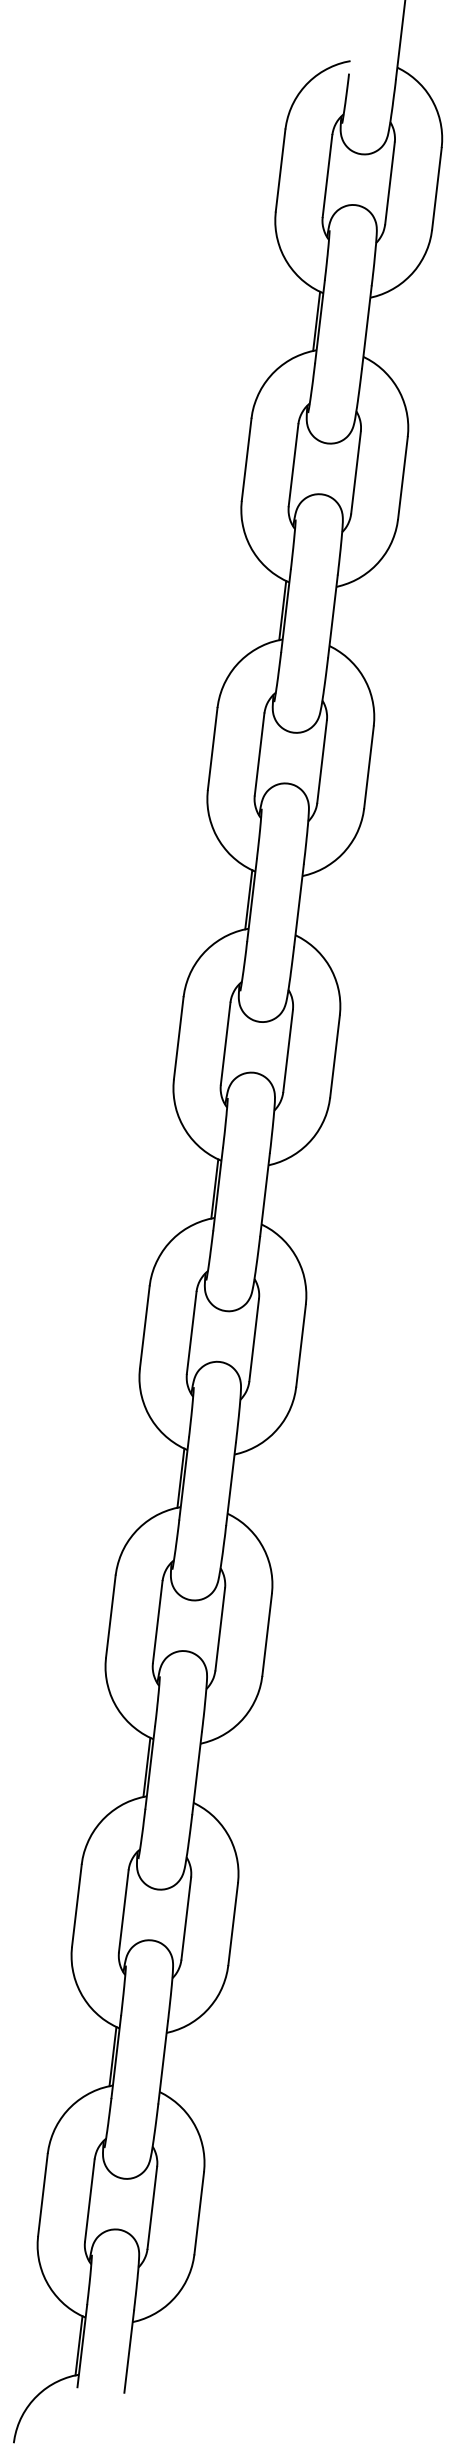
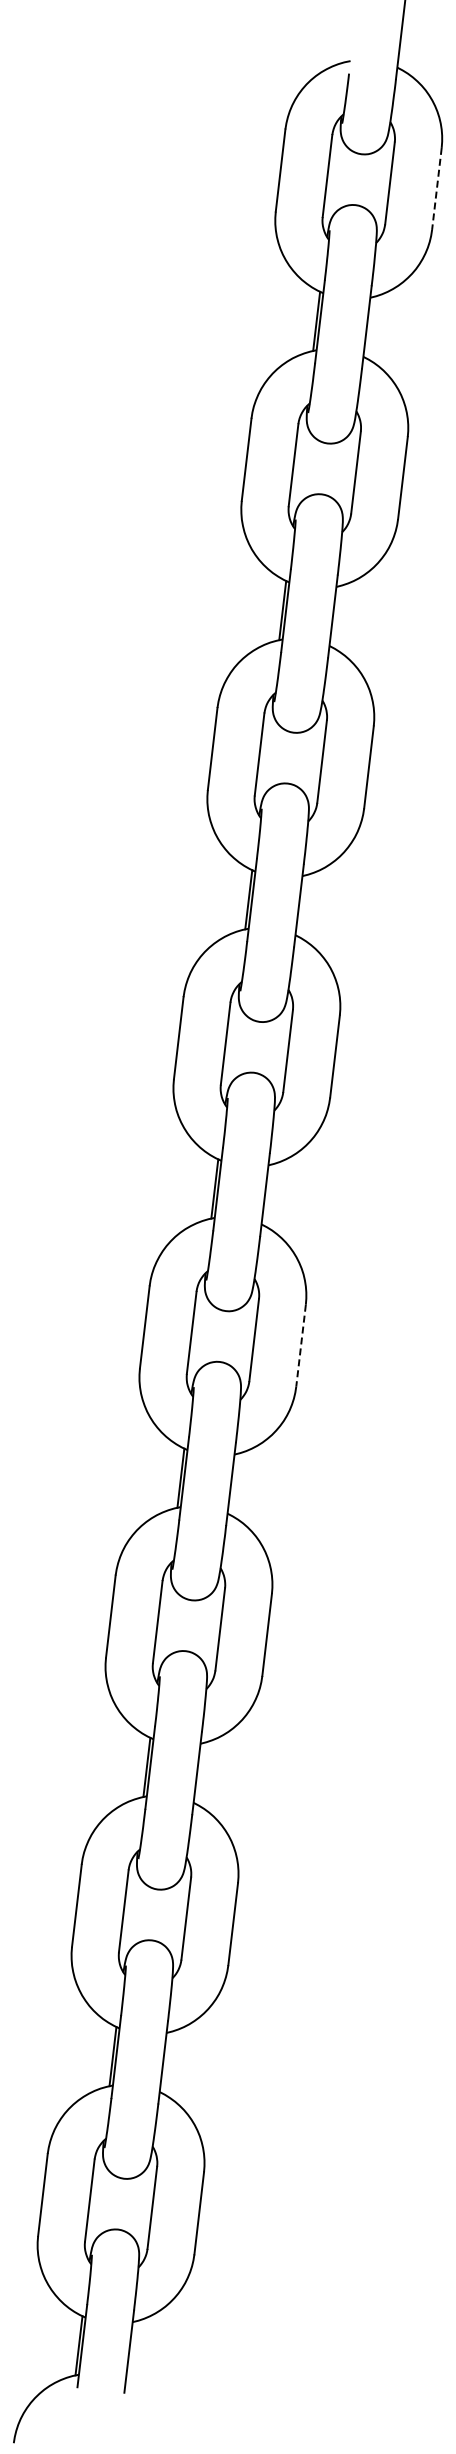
line at (436, 189): solid -> dashed
line at (301, 1346): solid -> dashed
